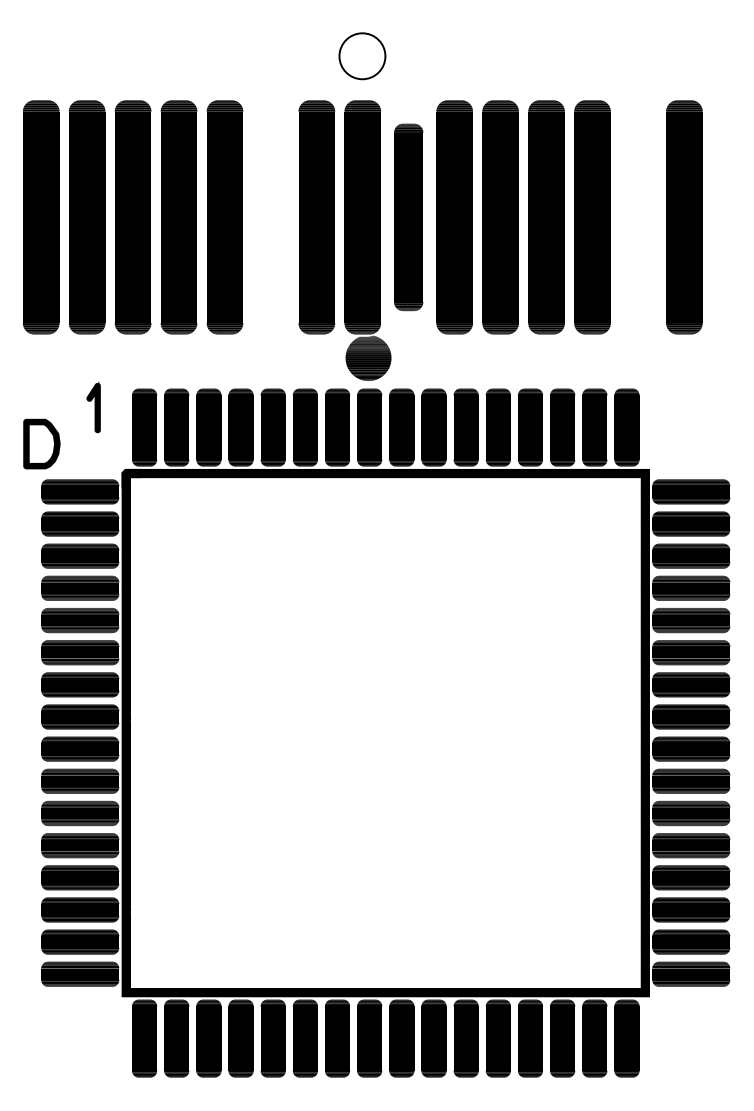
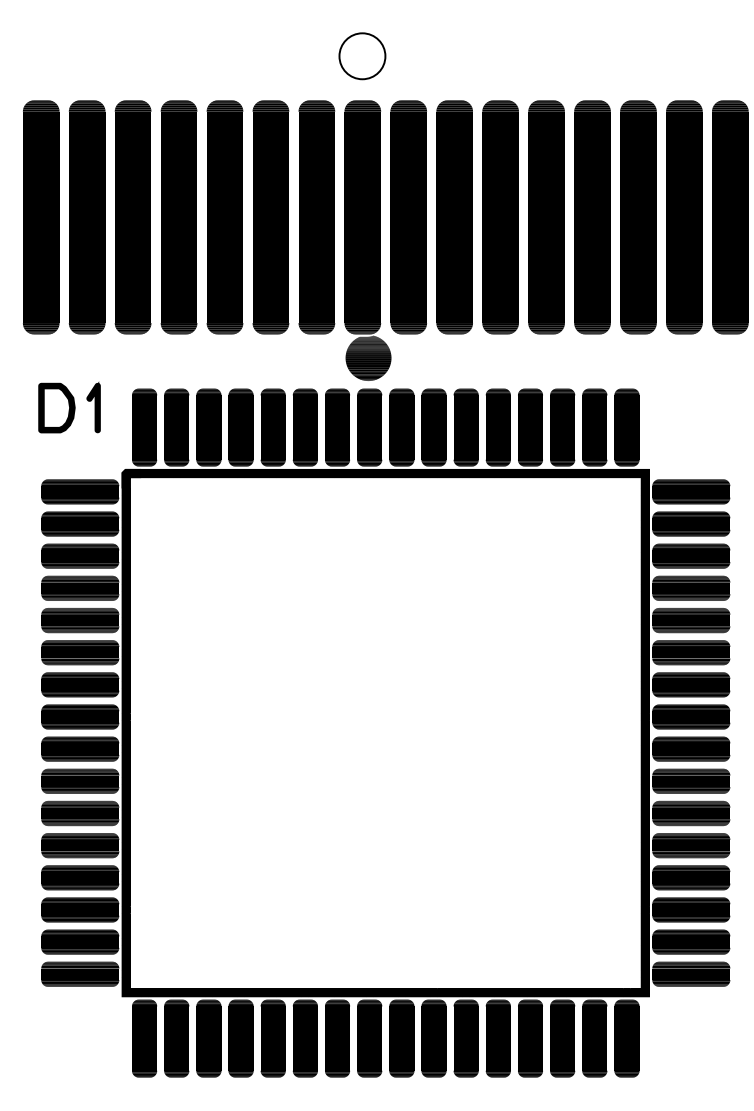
part at (270, 217): none -> present
part at (408, 217) size: 30x189 px -> 37x235 px
part at (638, 217): none -> present
part at (730, 217): none -> present
part at (41, 443) position: (41, 443) -> (56, 407)
